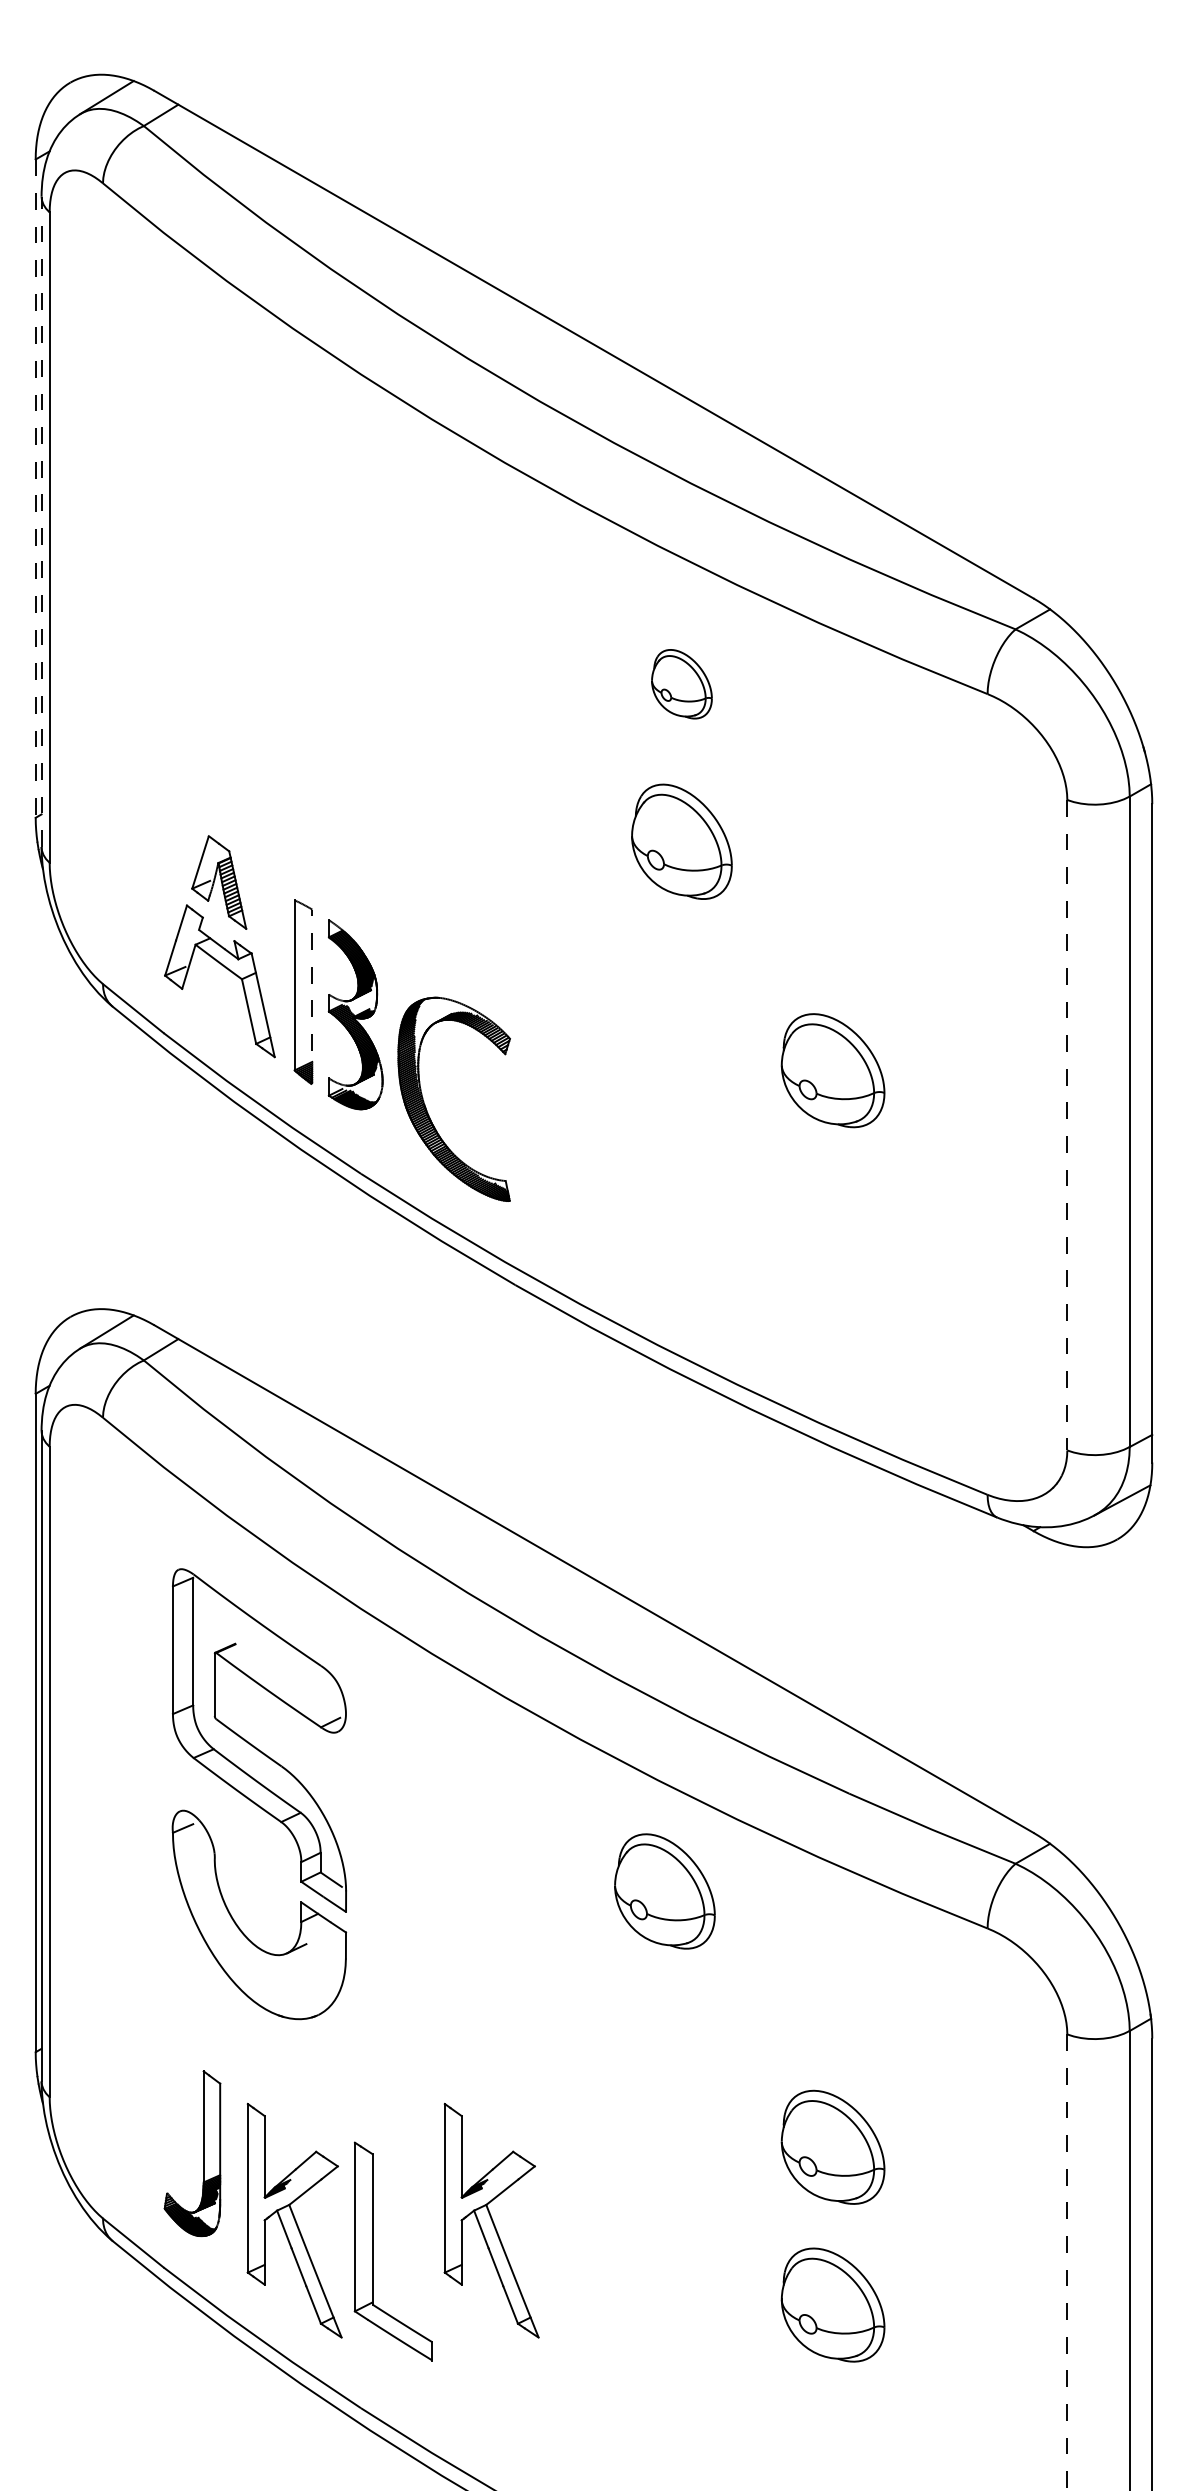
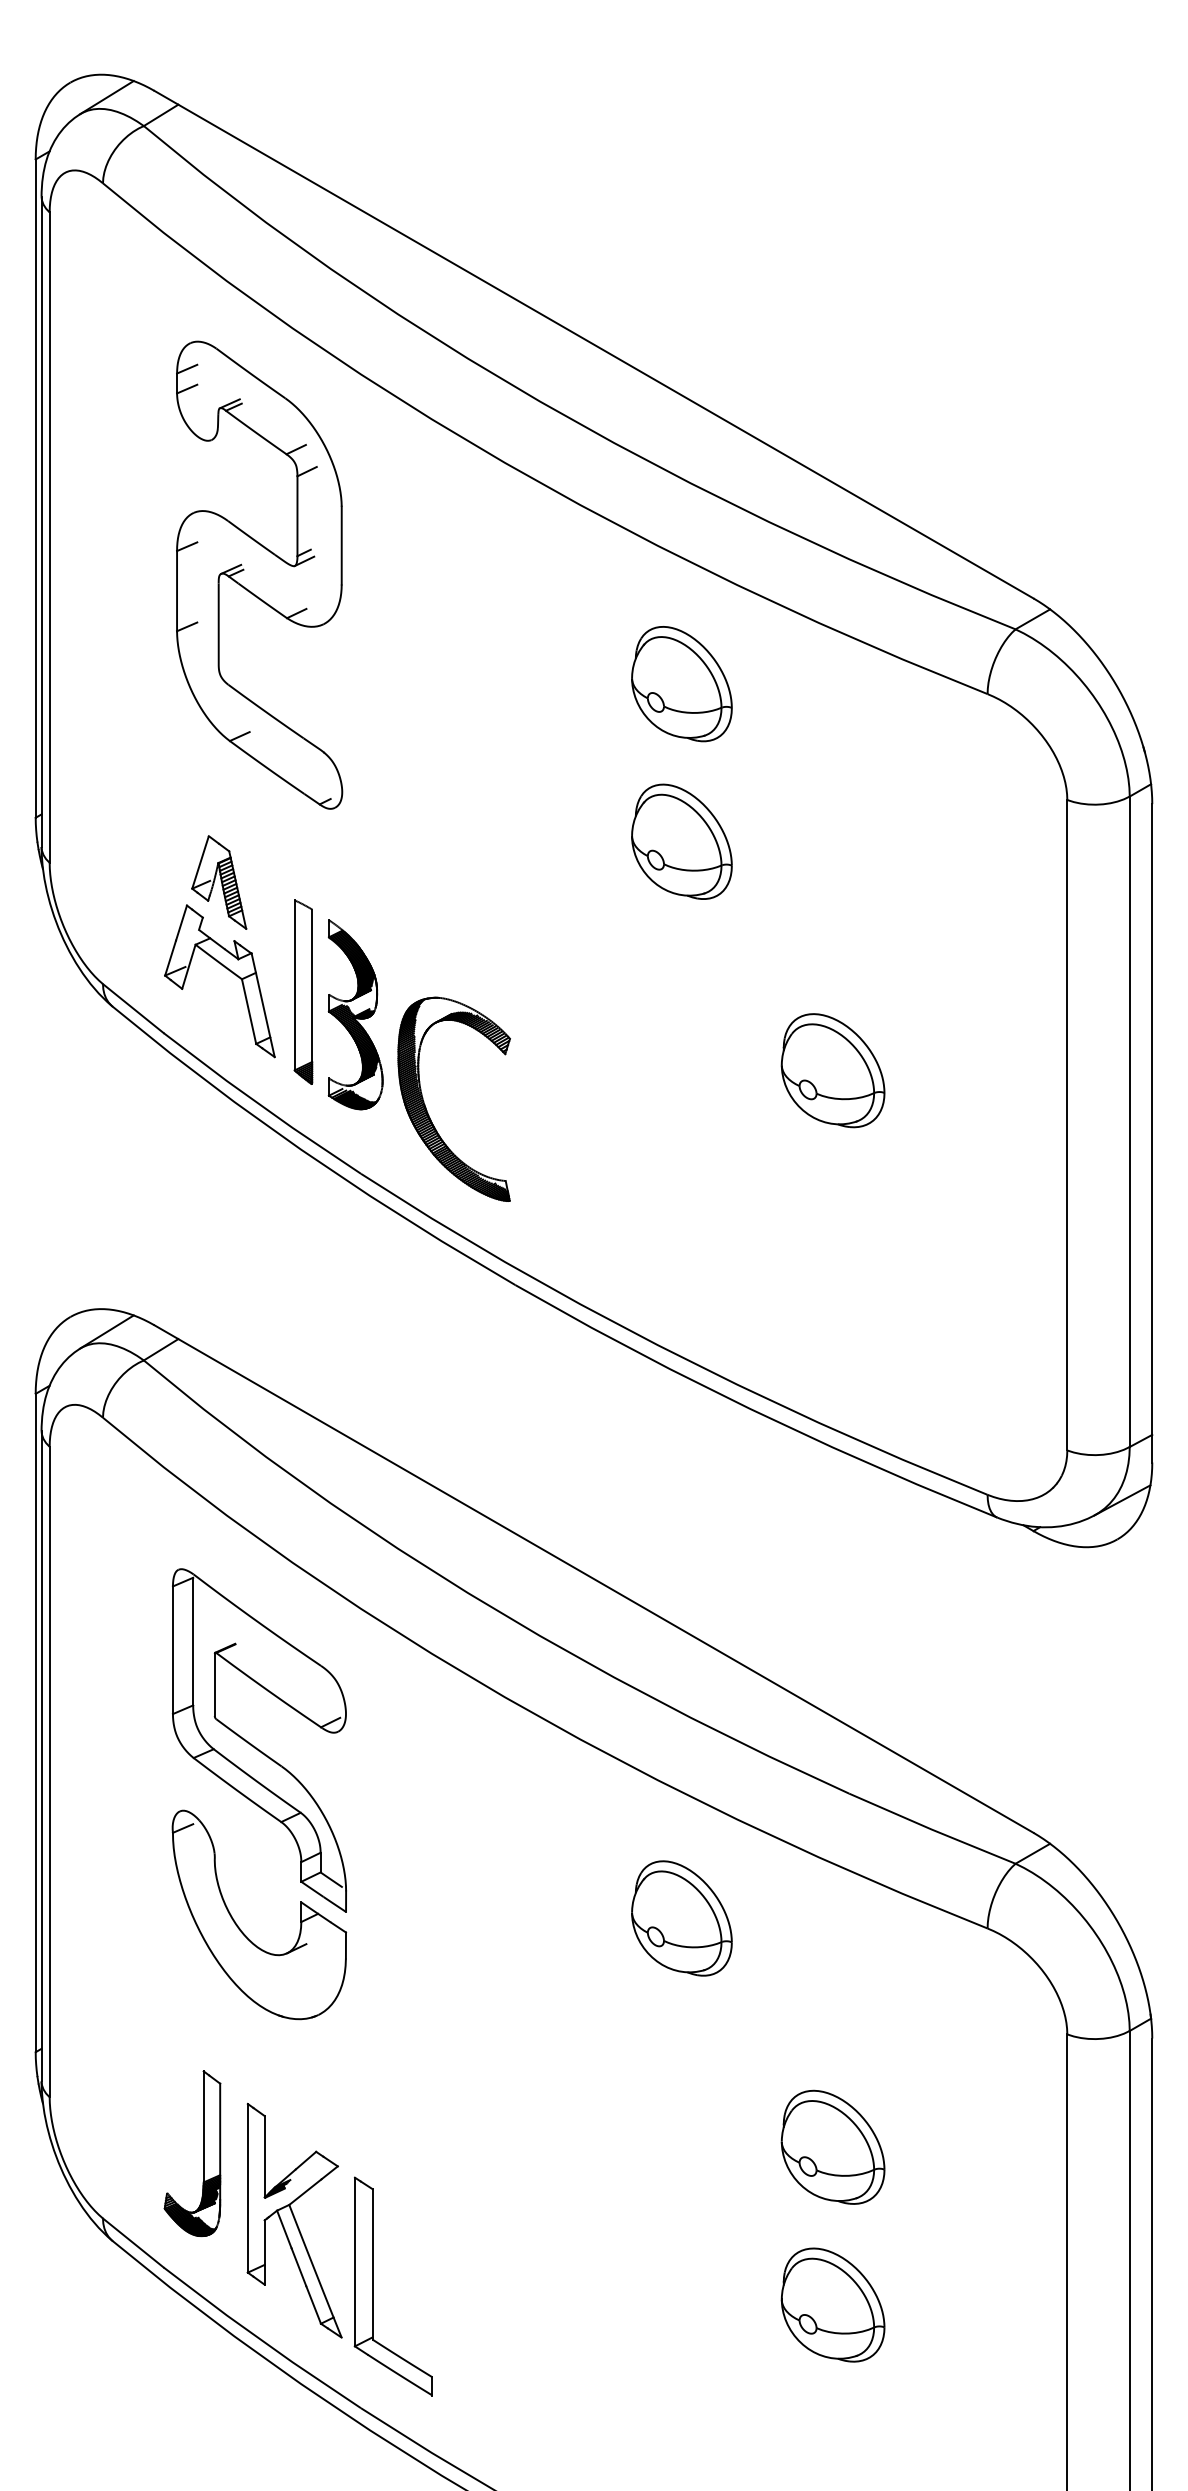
line at (35, 489): dashed -> solid
line at (41, 521): dashed -> solid
part at (259, 574): none -> present
part at (681, 684) size: 62x71 px -> 102x117 px
line at (312, 996): dashed -> solid
line at (1067, 1125): dashed -> solid
part at (664, 1891) position: (664, 1891) -> (681, 1918)
part at (491, 2220): present -> none
part at (373, 2251) position: (373, 2251) -> (373, 2286)
line at (1067, 2262): dashed -> solid
